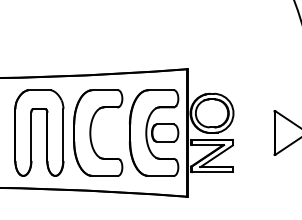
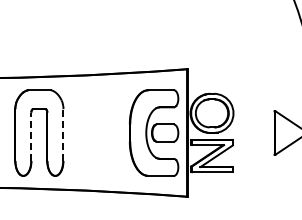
part at (91, 132): present -> none
line at (63, 135): solid -> dashed
line at (31, 136): solid -> dashed
